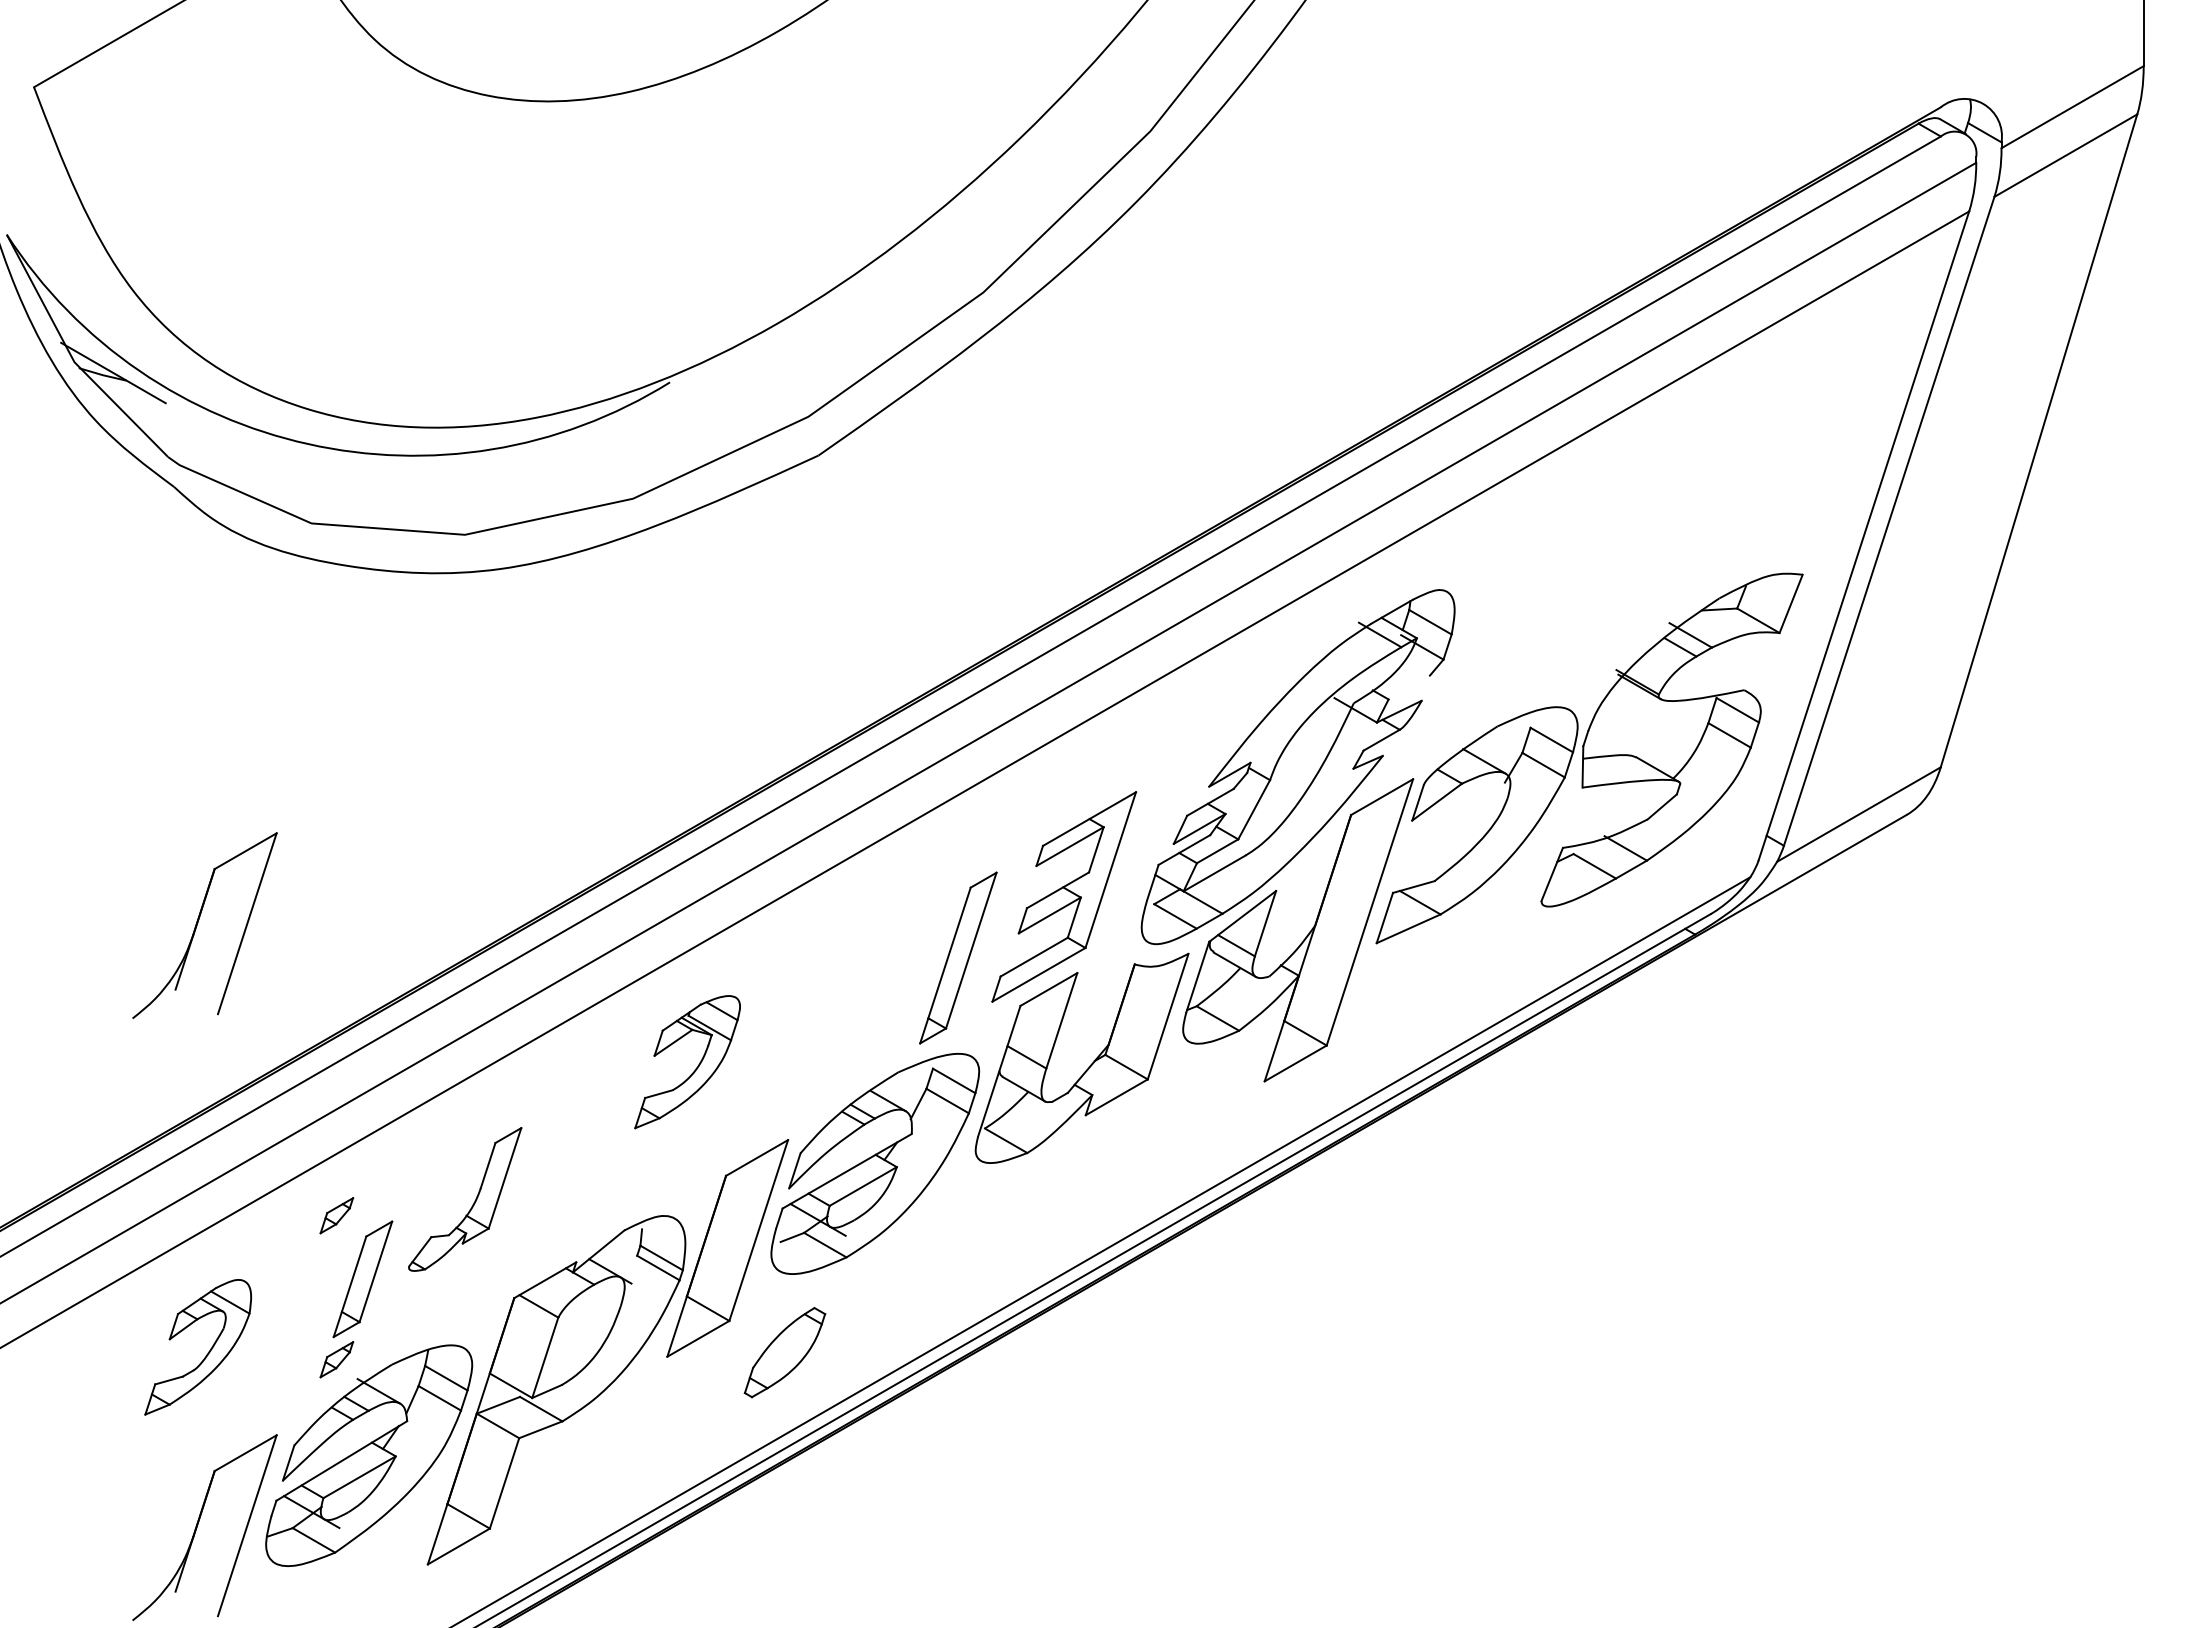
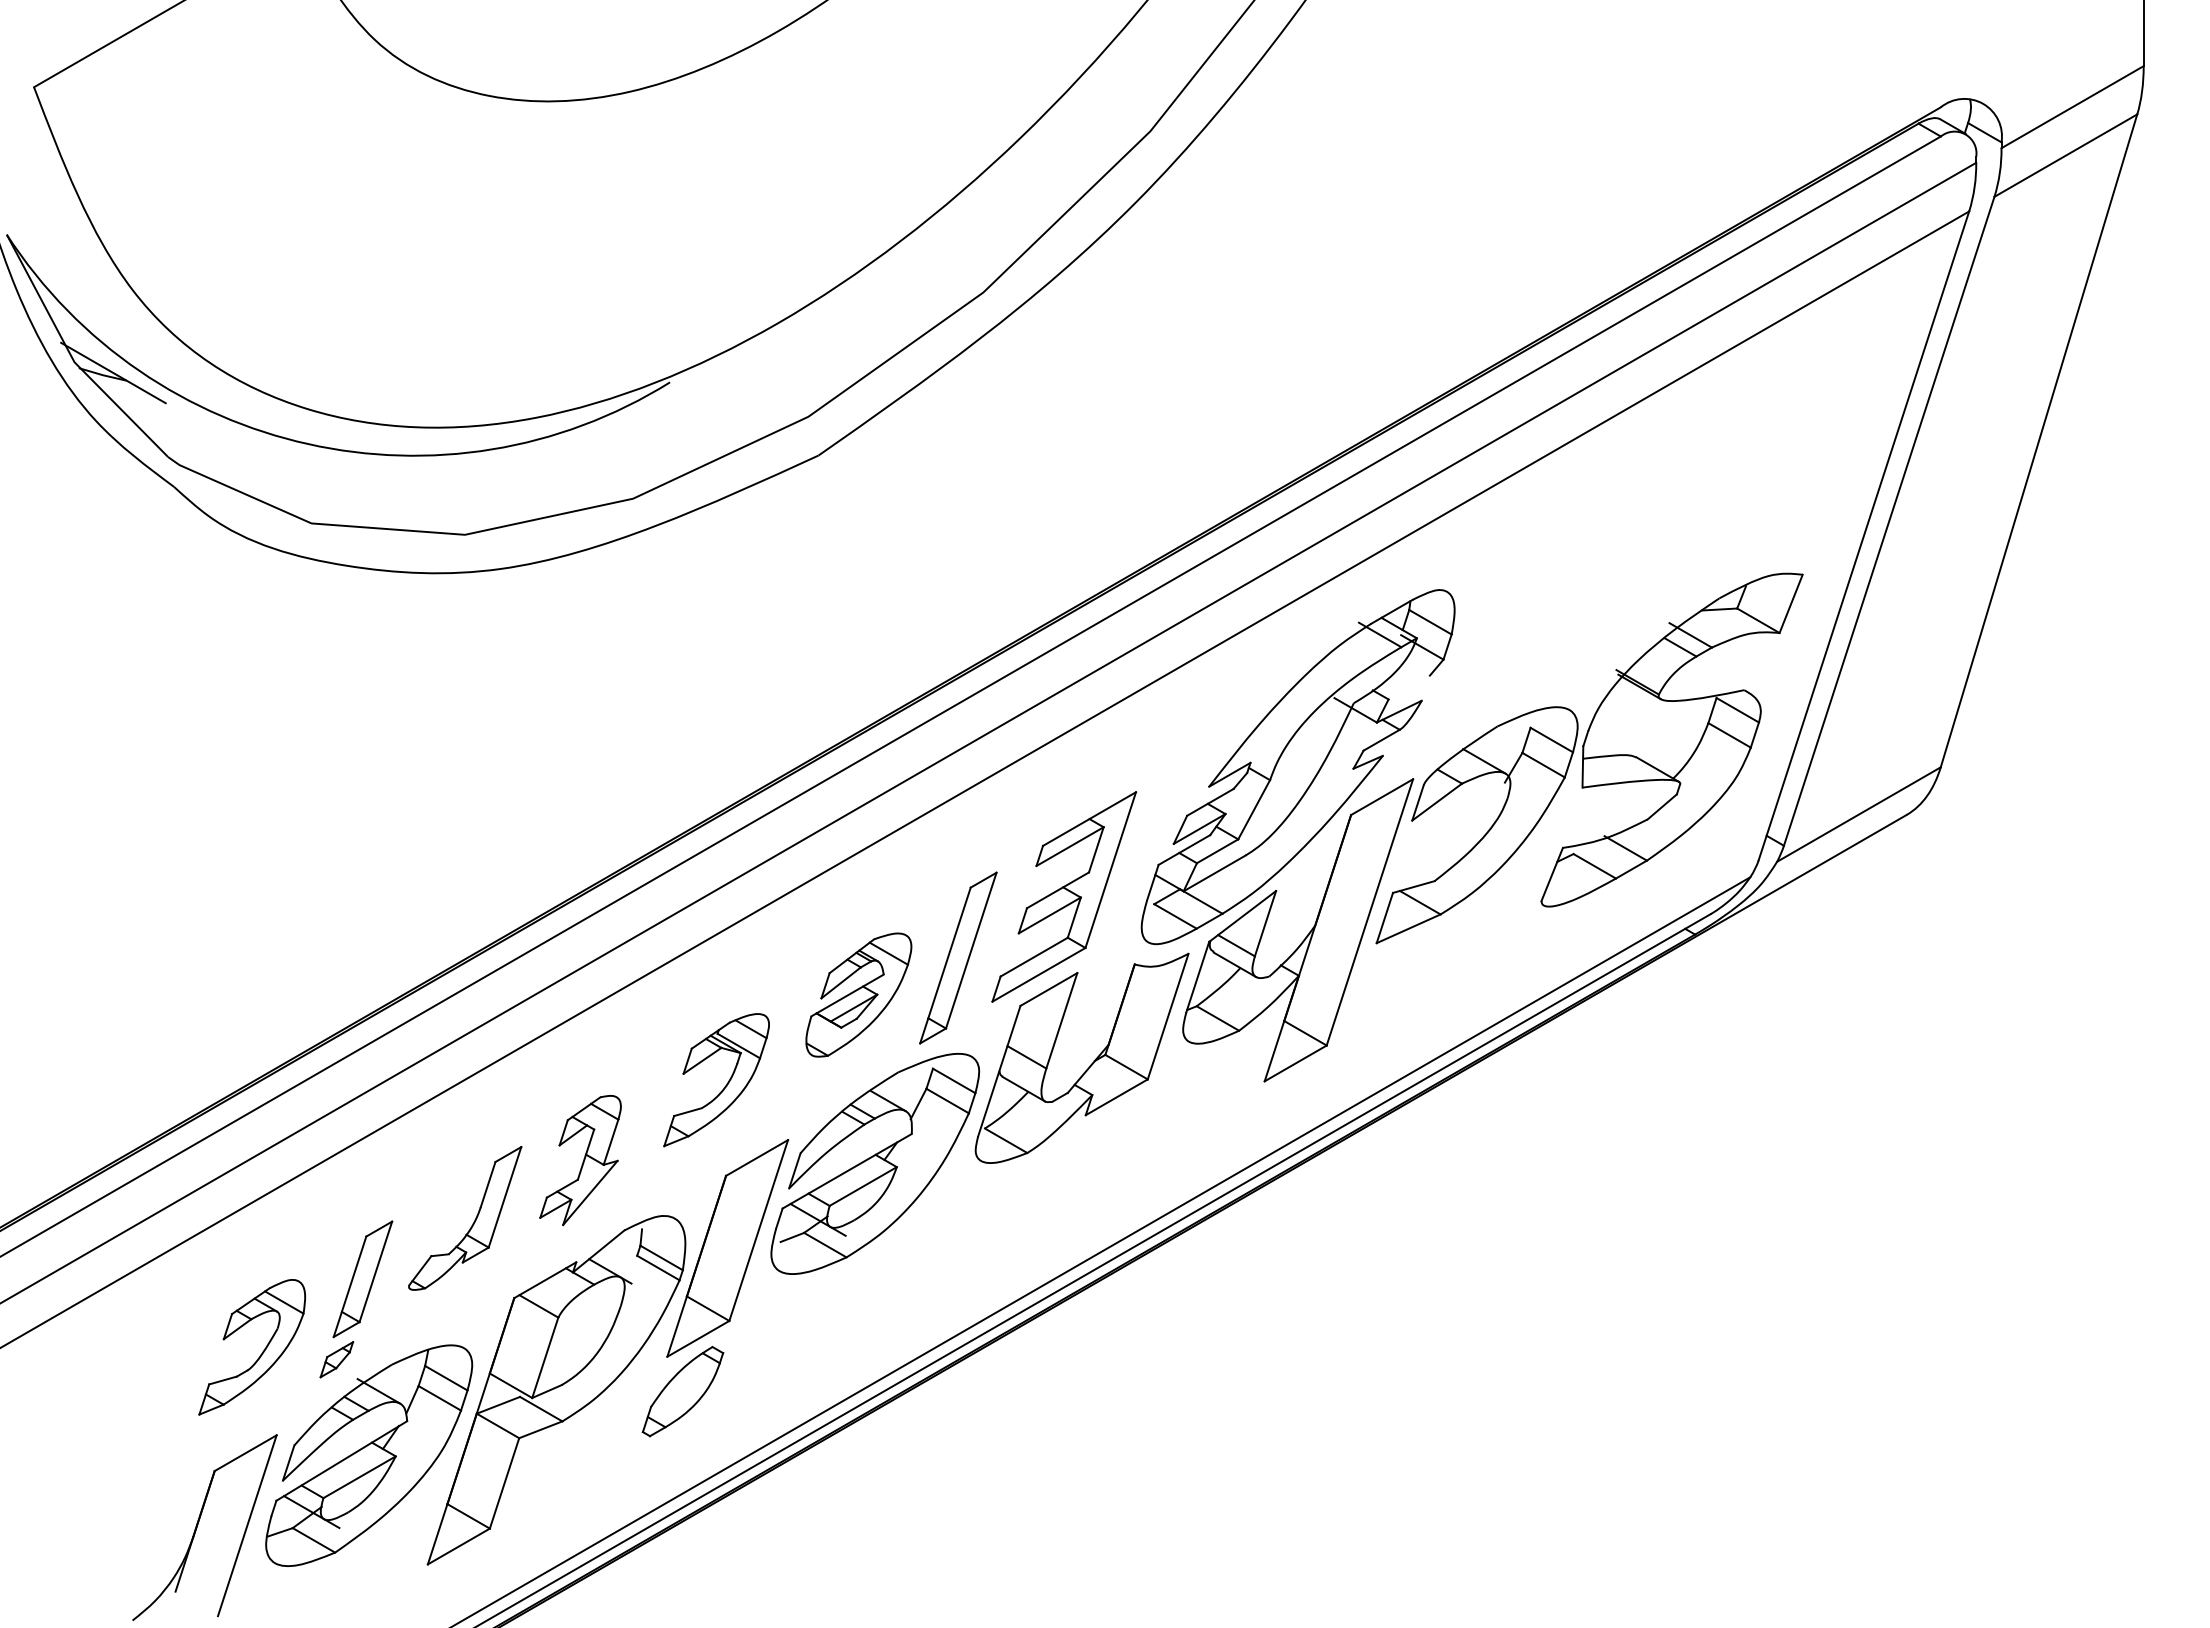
part at (198, 923): present -> none
part at (858, 994): none -> present
part at (695, 1068) position: (695, 1068) -> (724, 1086)
part at (580, 1160): none -> present
part at (473, 1202) position: (473, 1202) -> (473, 1221)
part at (336, 1215): present -> none
part at (784, 1352) position: (784, 1352) -> (682, 1391)
part at (206, 1354) position: (206, 1354) -> (260, 1354)
